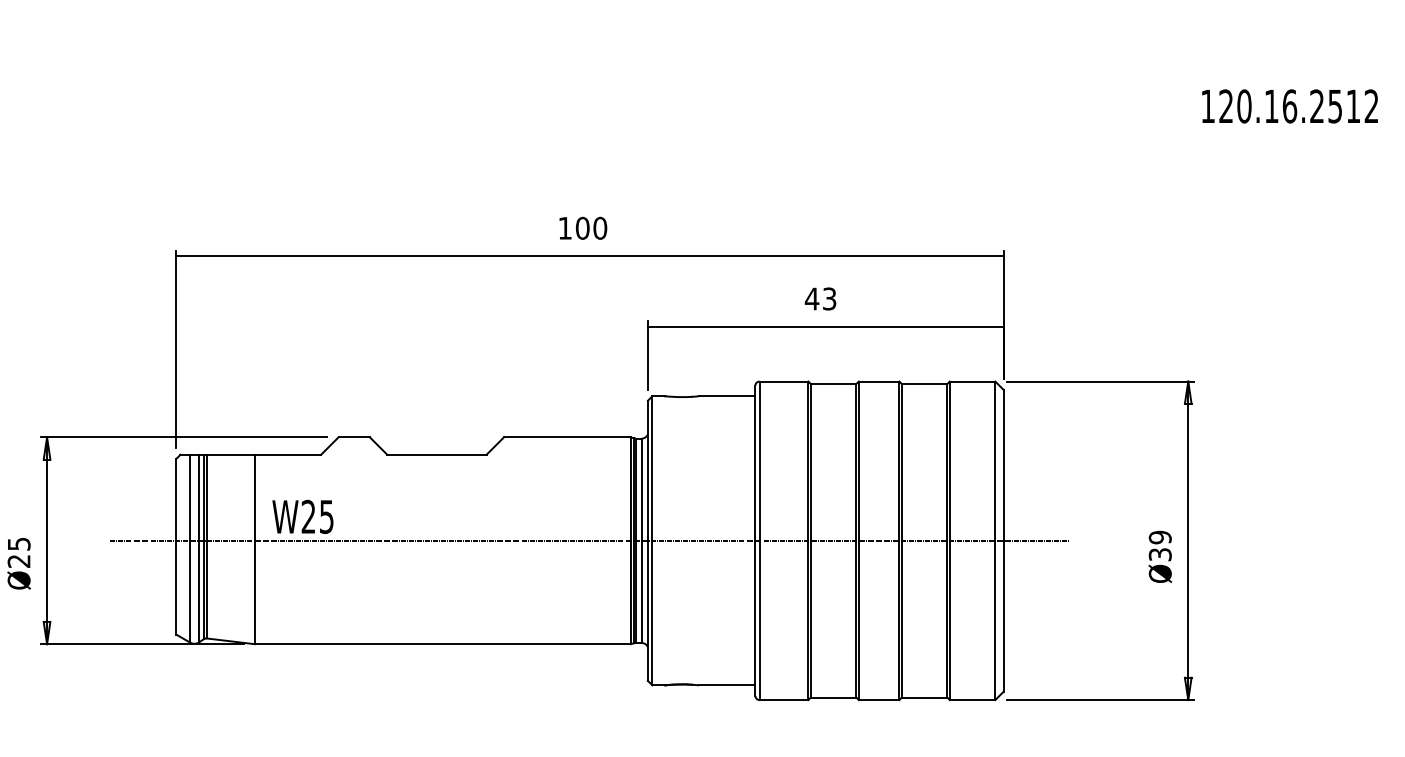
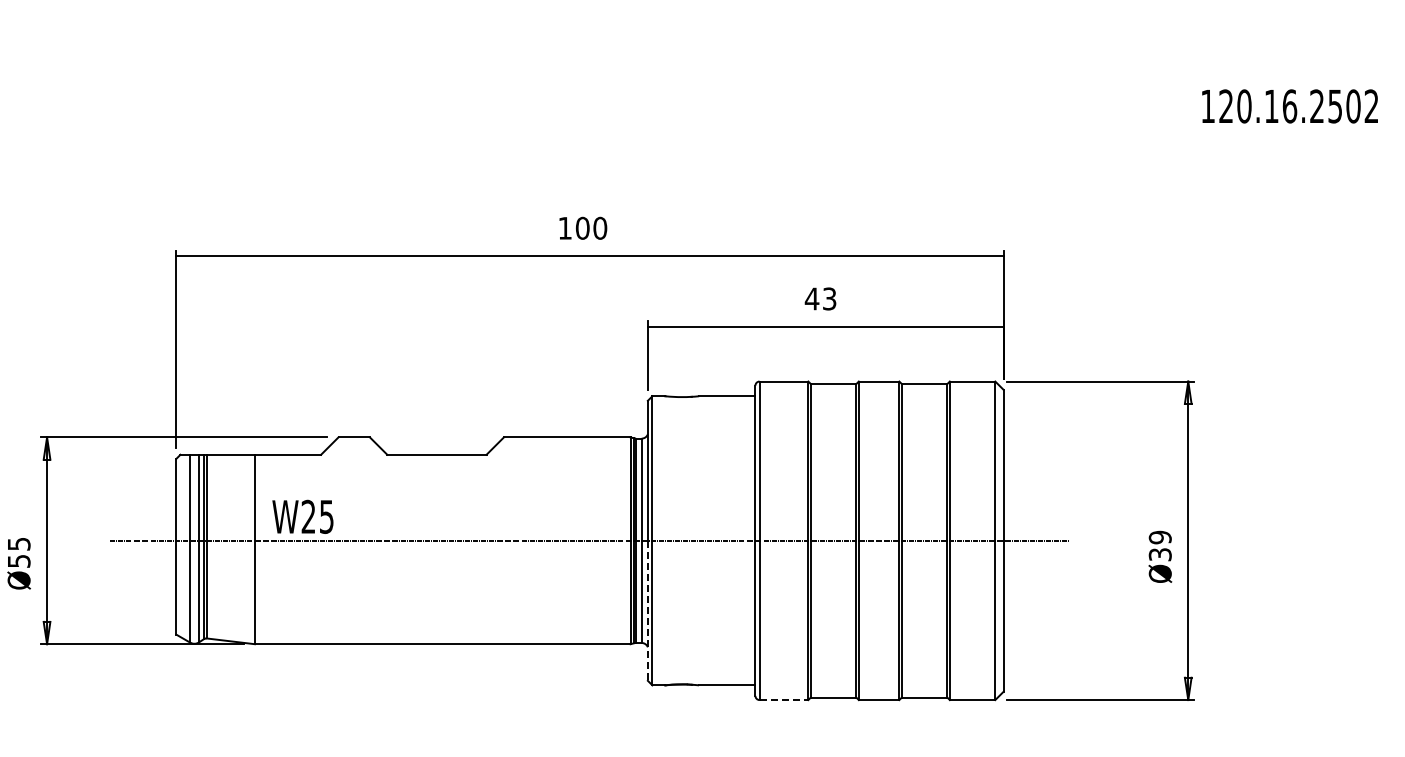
text at (1353, 106): 120.16.2512 -> 120.16.2502
text at (18, 561): Ø25 -> Ø55
line at (647, 611): solid -> dashed
line at (784, 700): solid -> dashed
